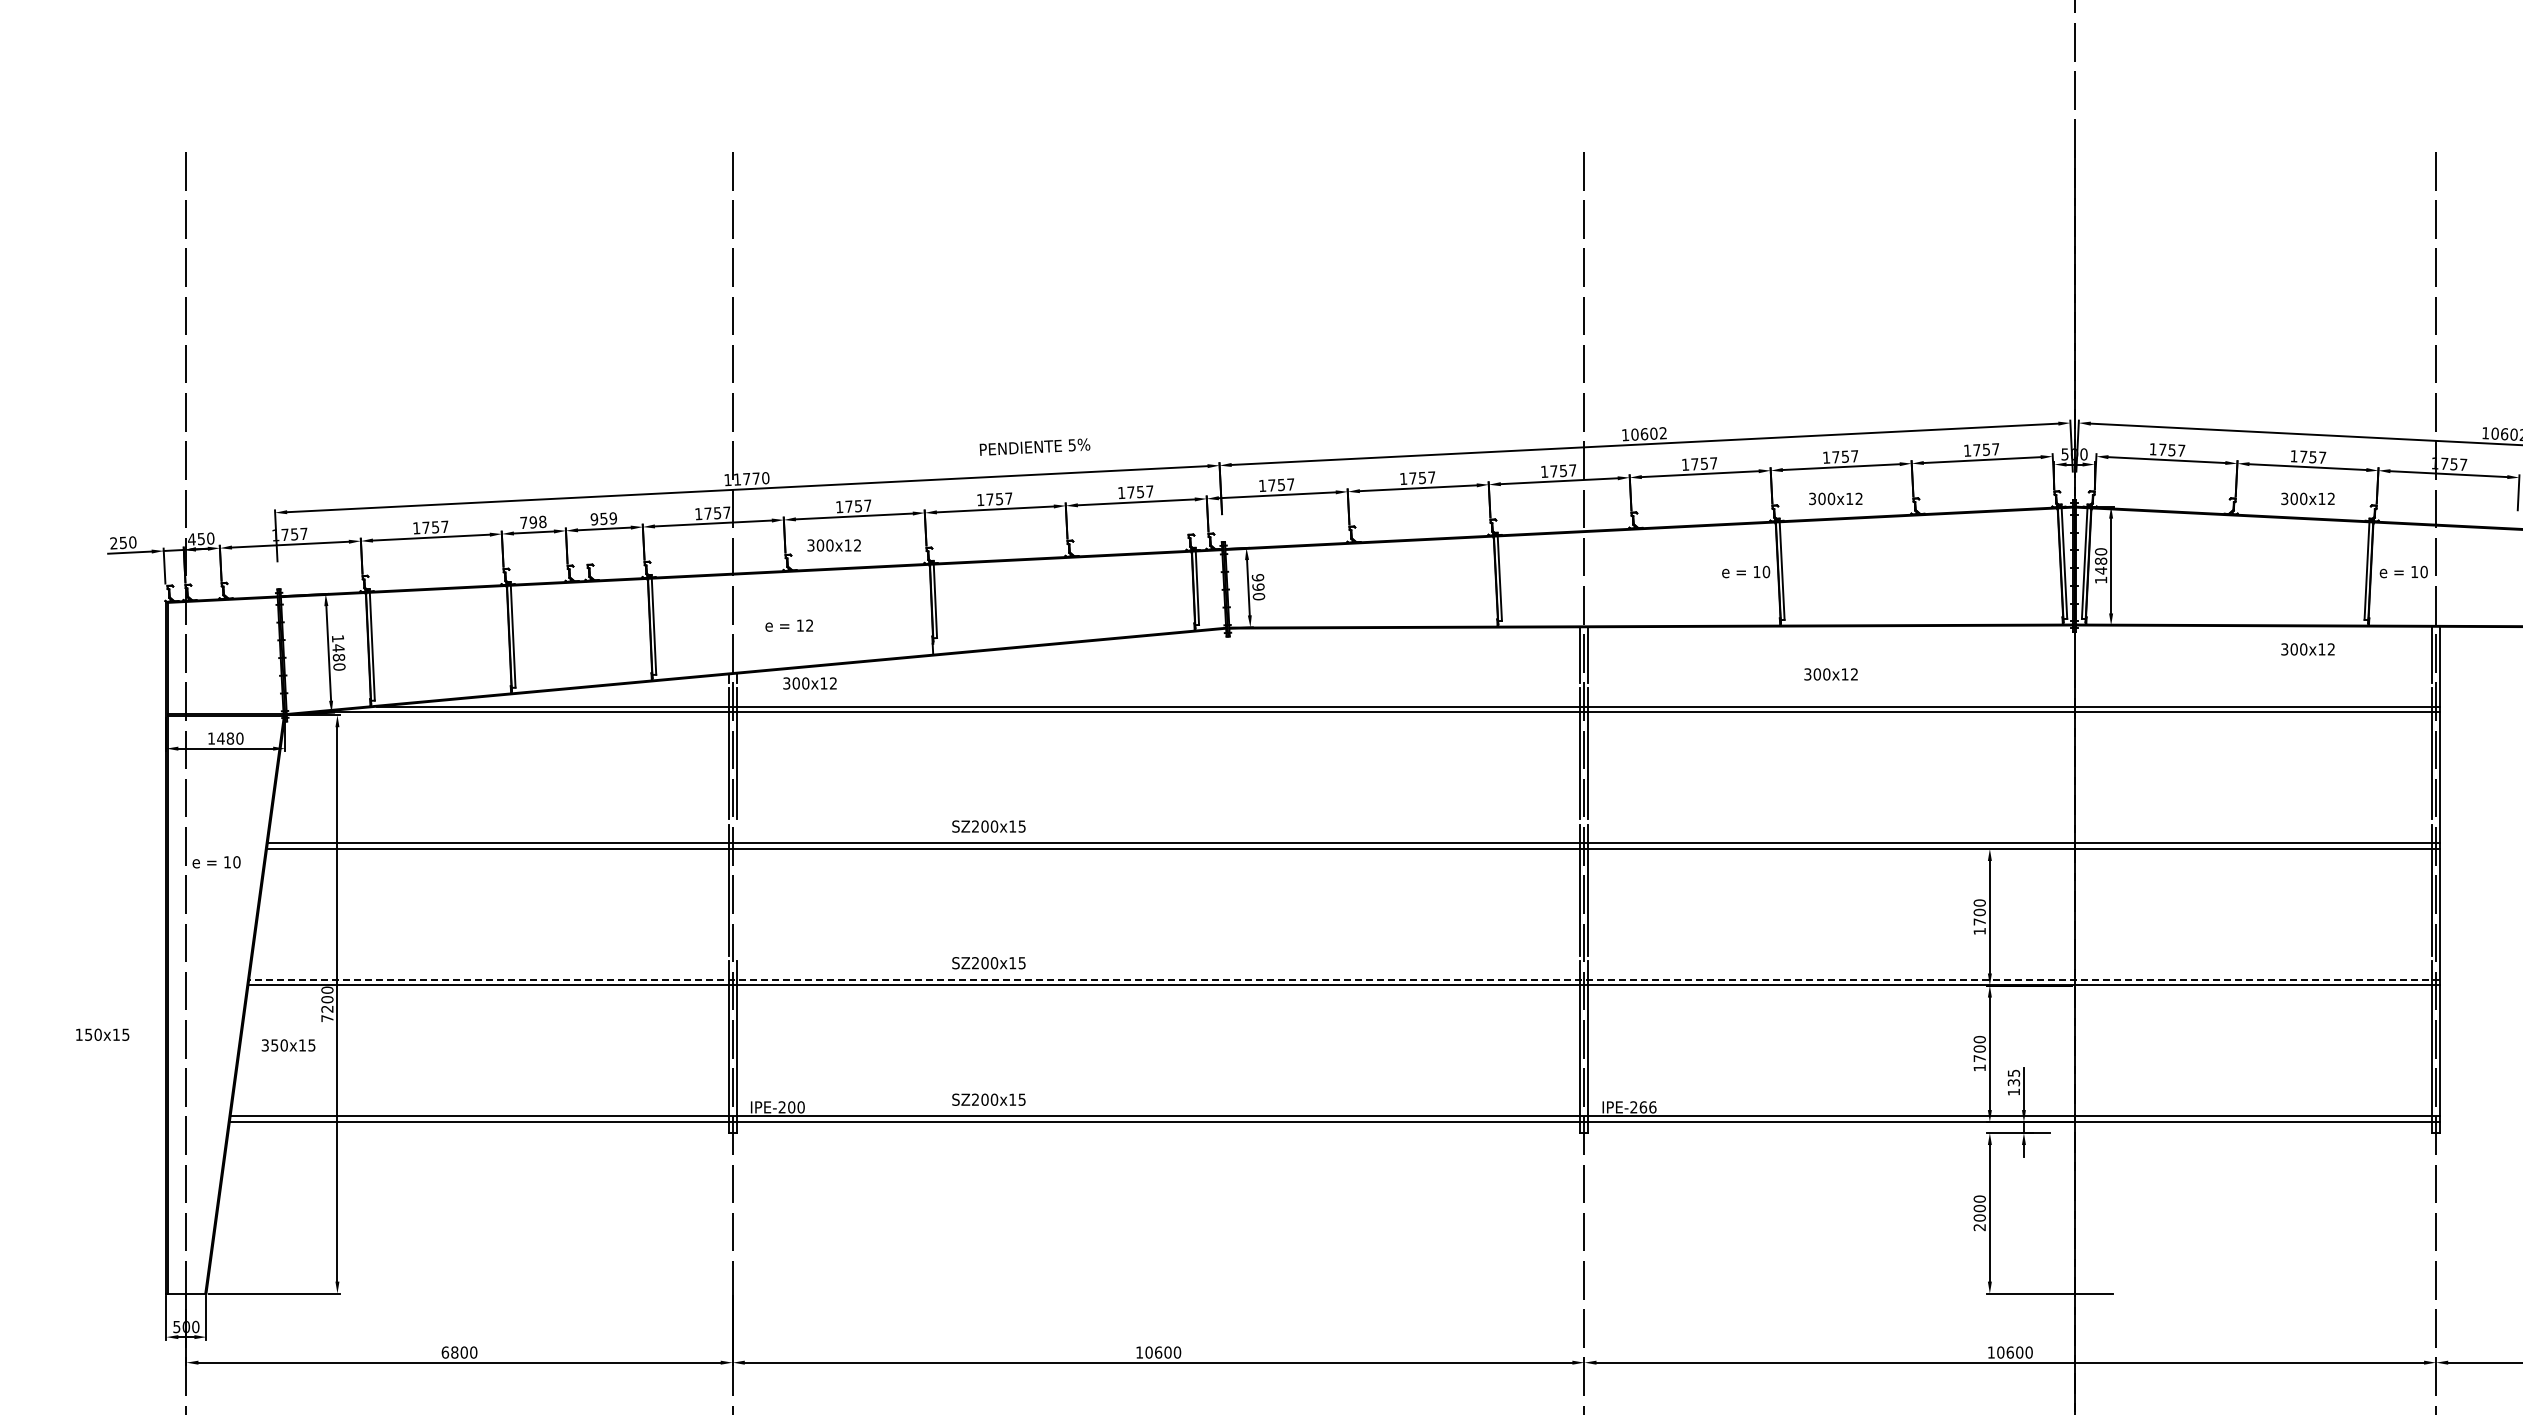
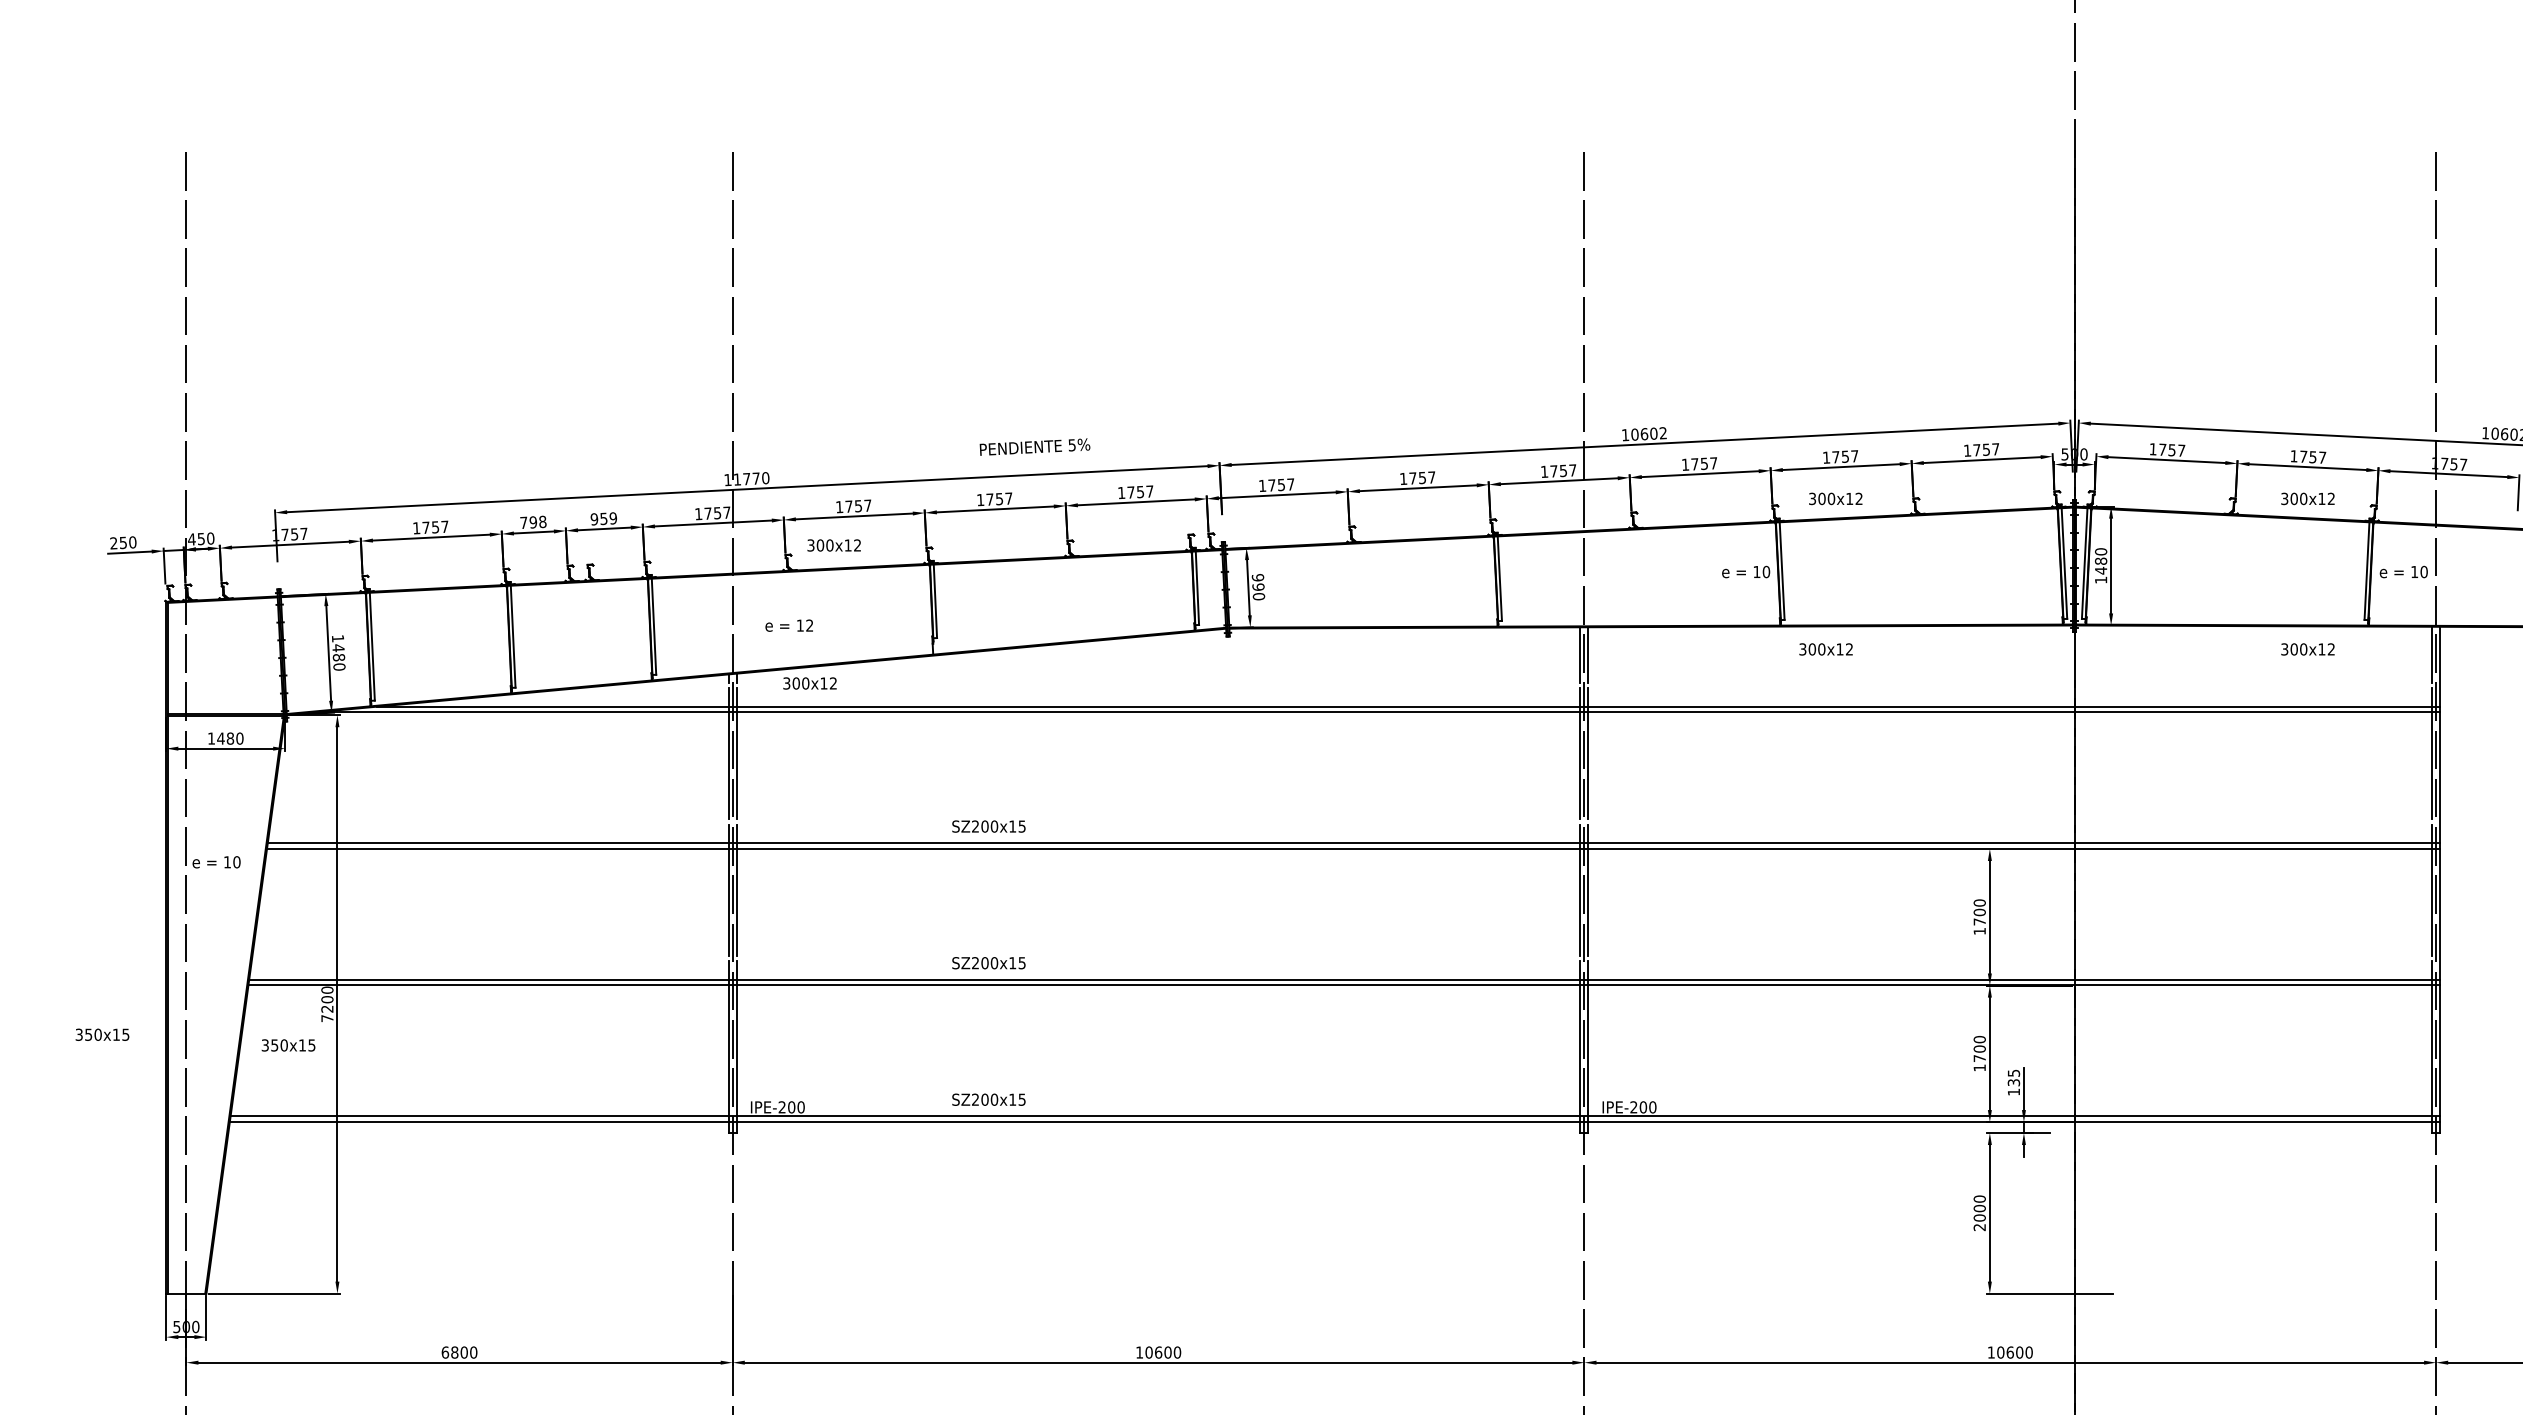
text at (1830, 674) position: (1830, 674) -> (1825, 649)
line at (736, 889): none -> present
line at (1344, 979): dashed -> solid
text at (78, 1034): 150x15 -> 350x15
text at (1647, 1107): IPE-266 -> IPE-200
